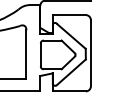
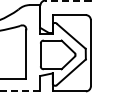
line at (68, 0): solid -> dashed
line at (20, 91): solid -> dashed
